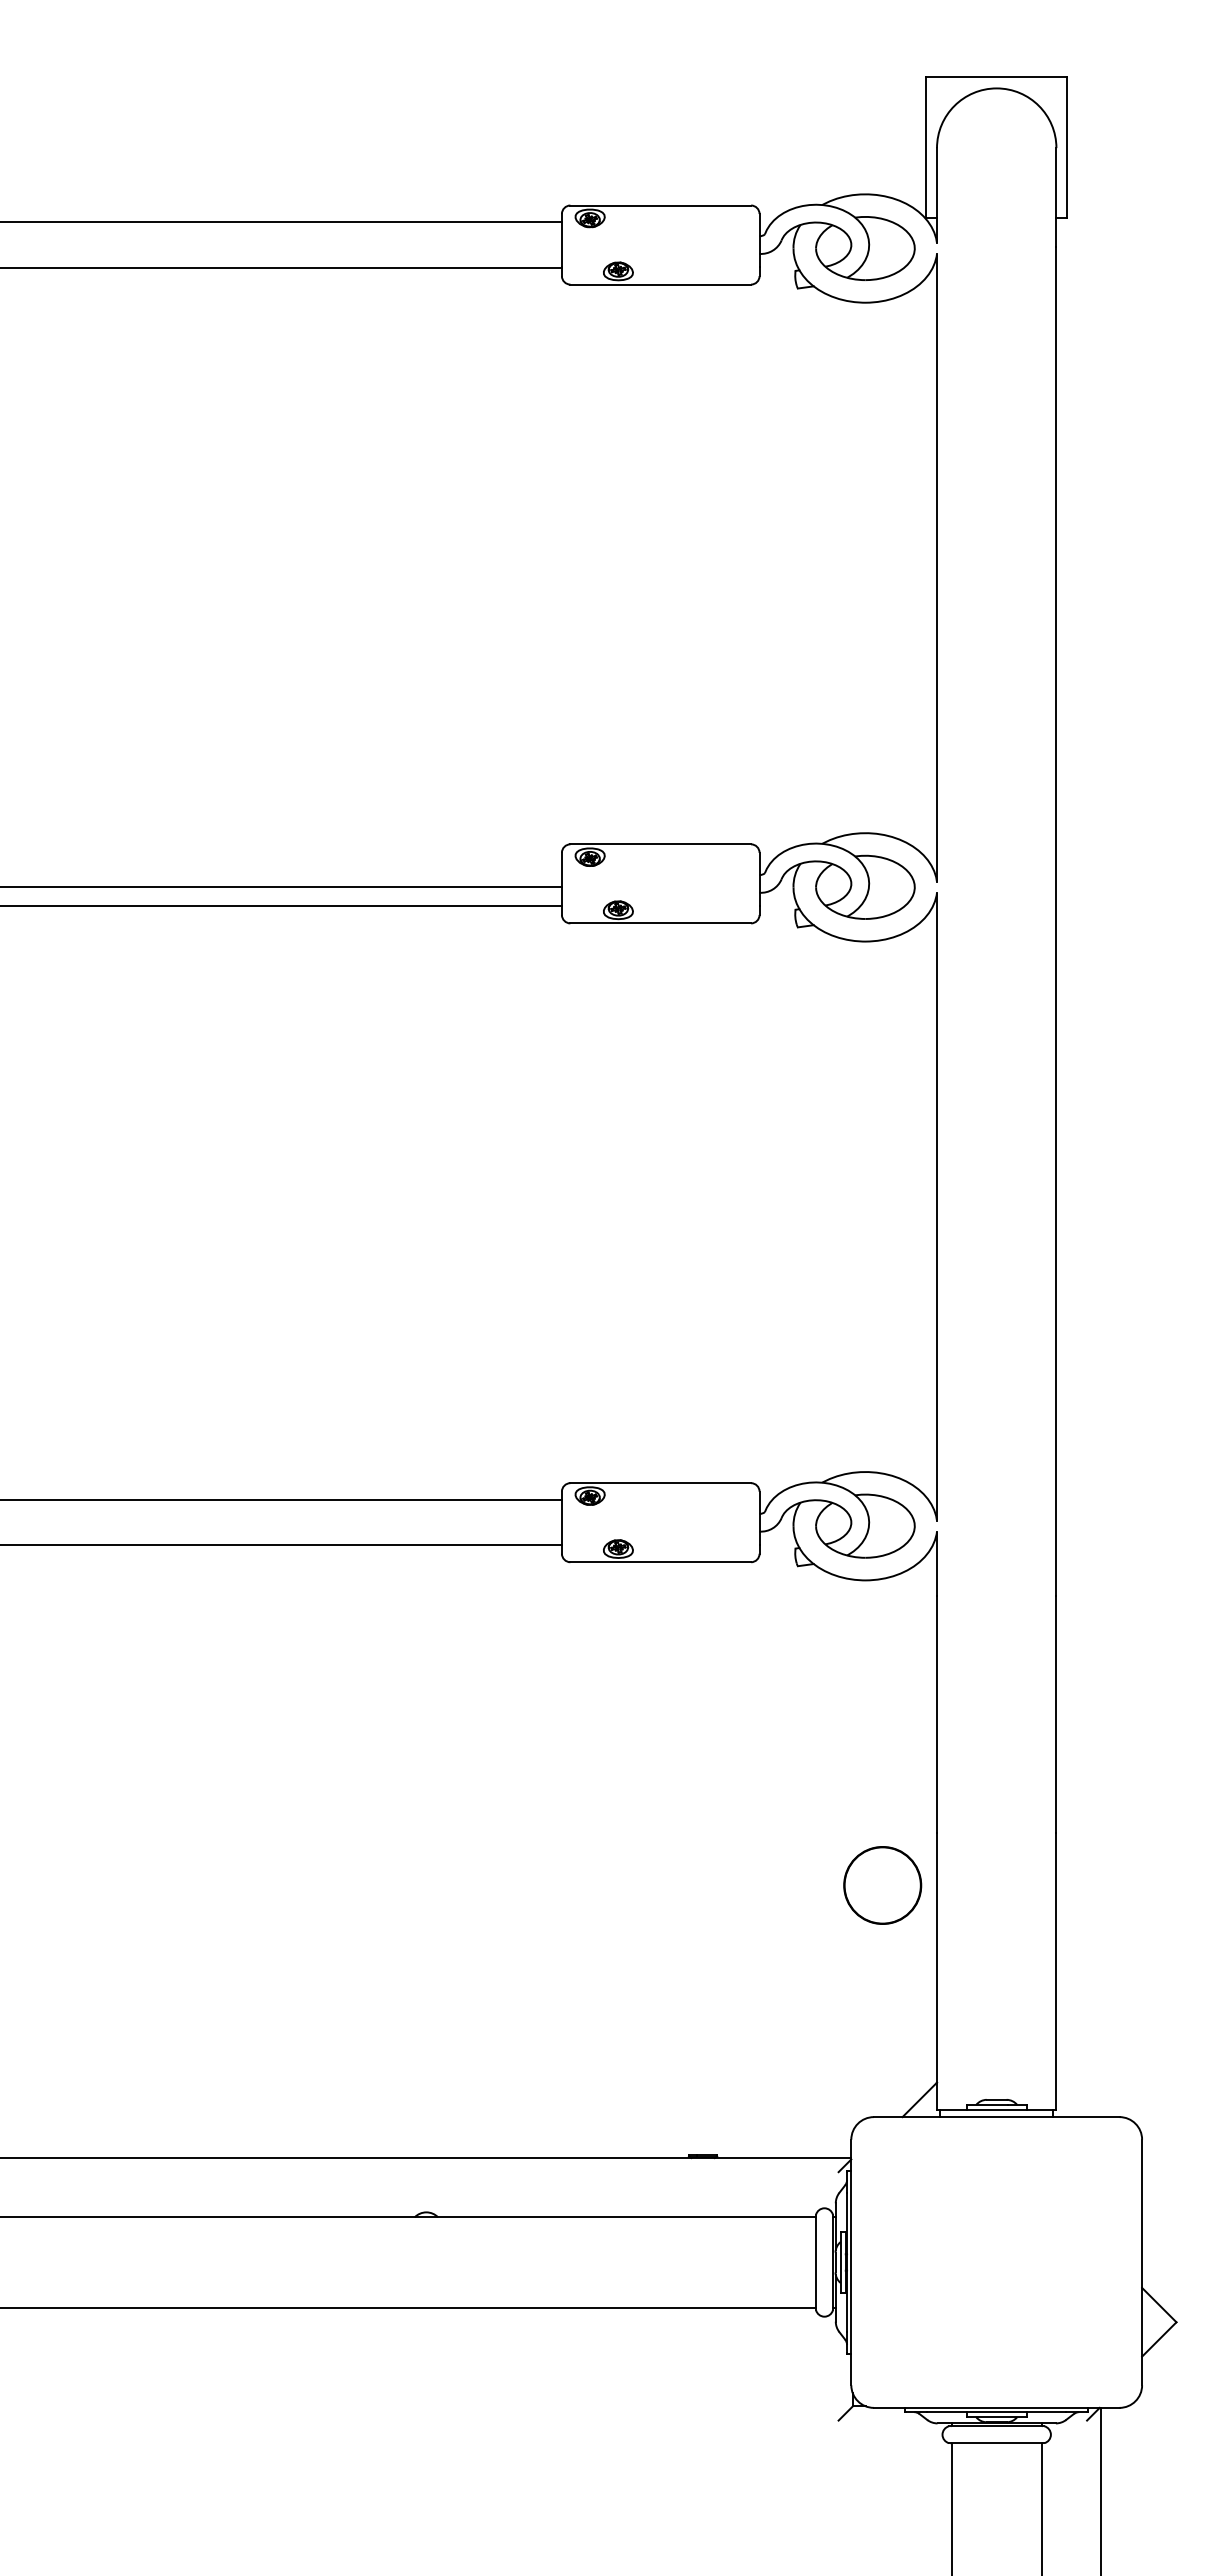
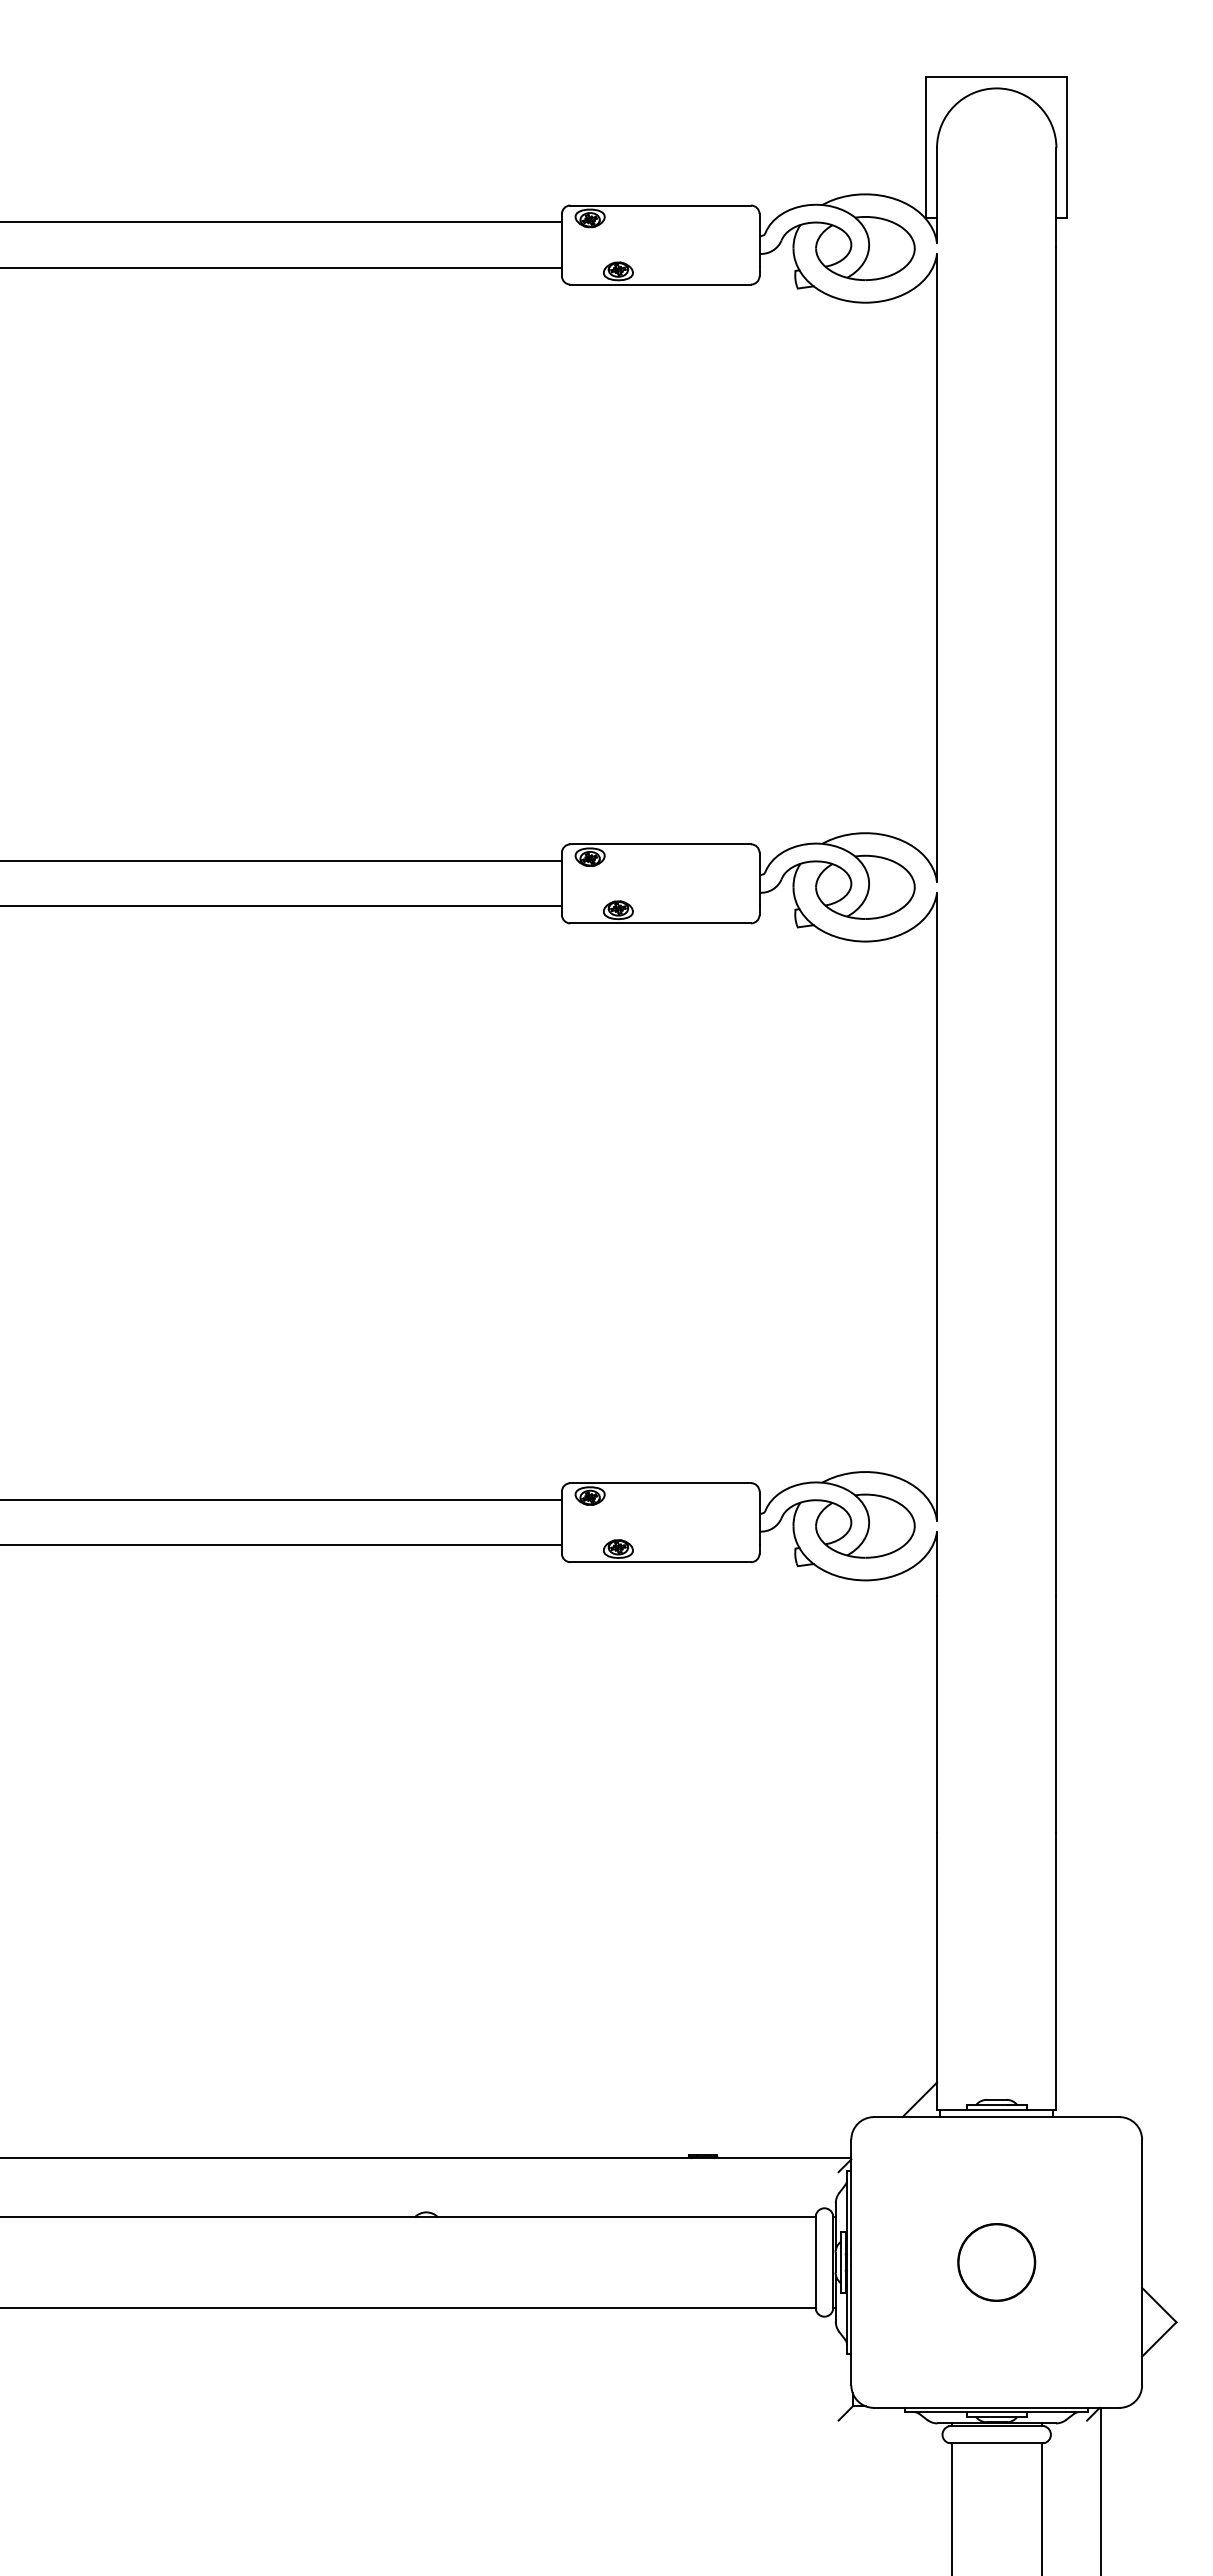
line at (281, 887) position: (281, 887) -> (281, 861)
circle at (882, 1885) position: (882, 1885) -> (996, 2262)
